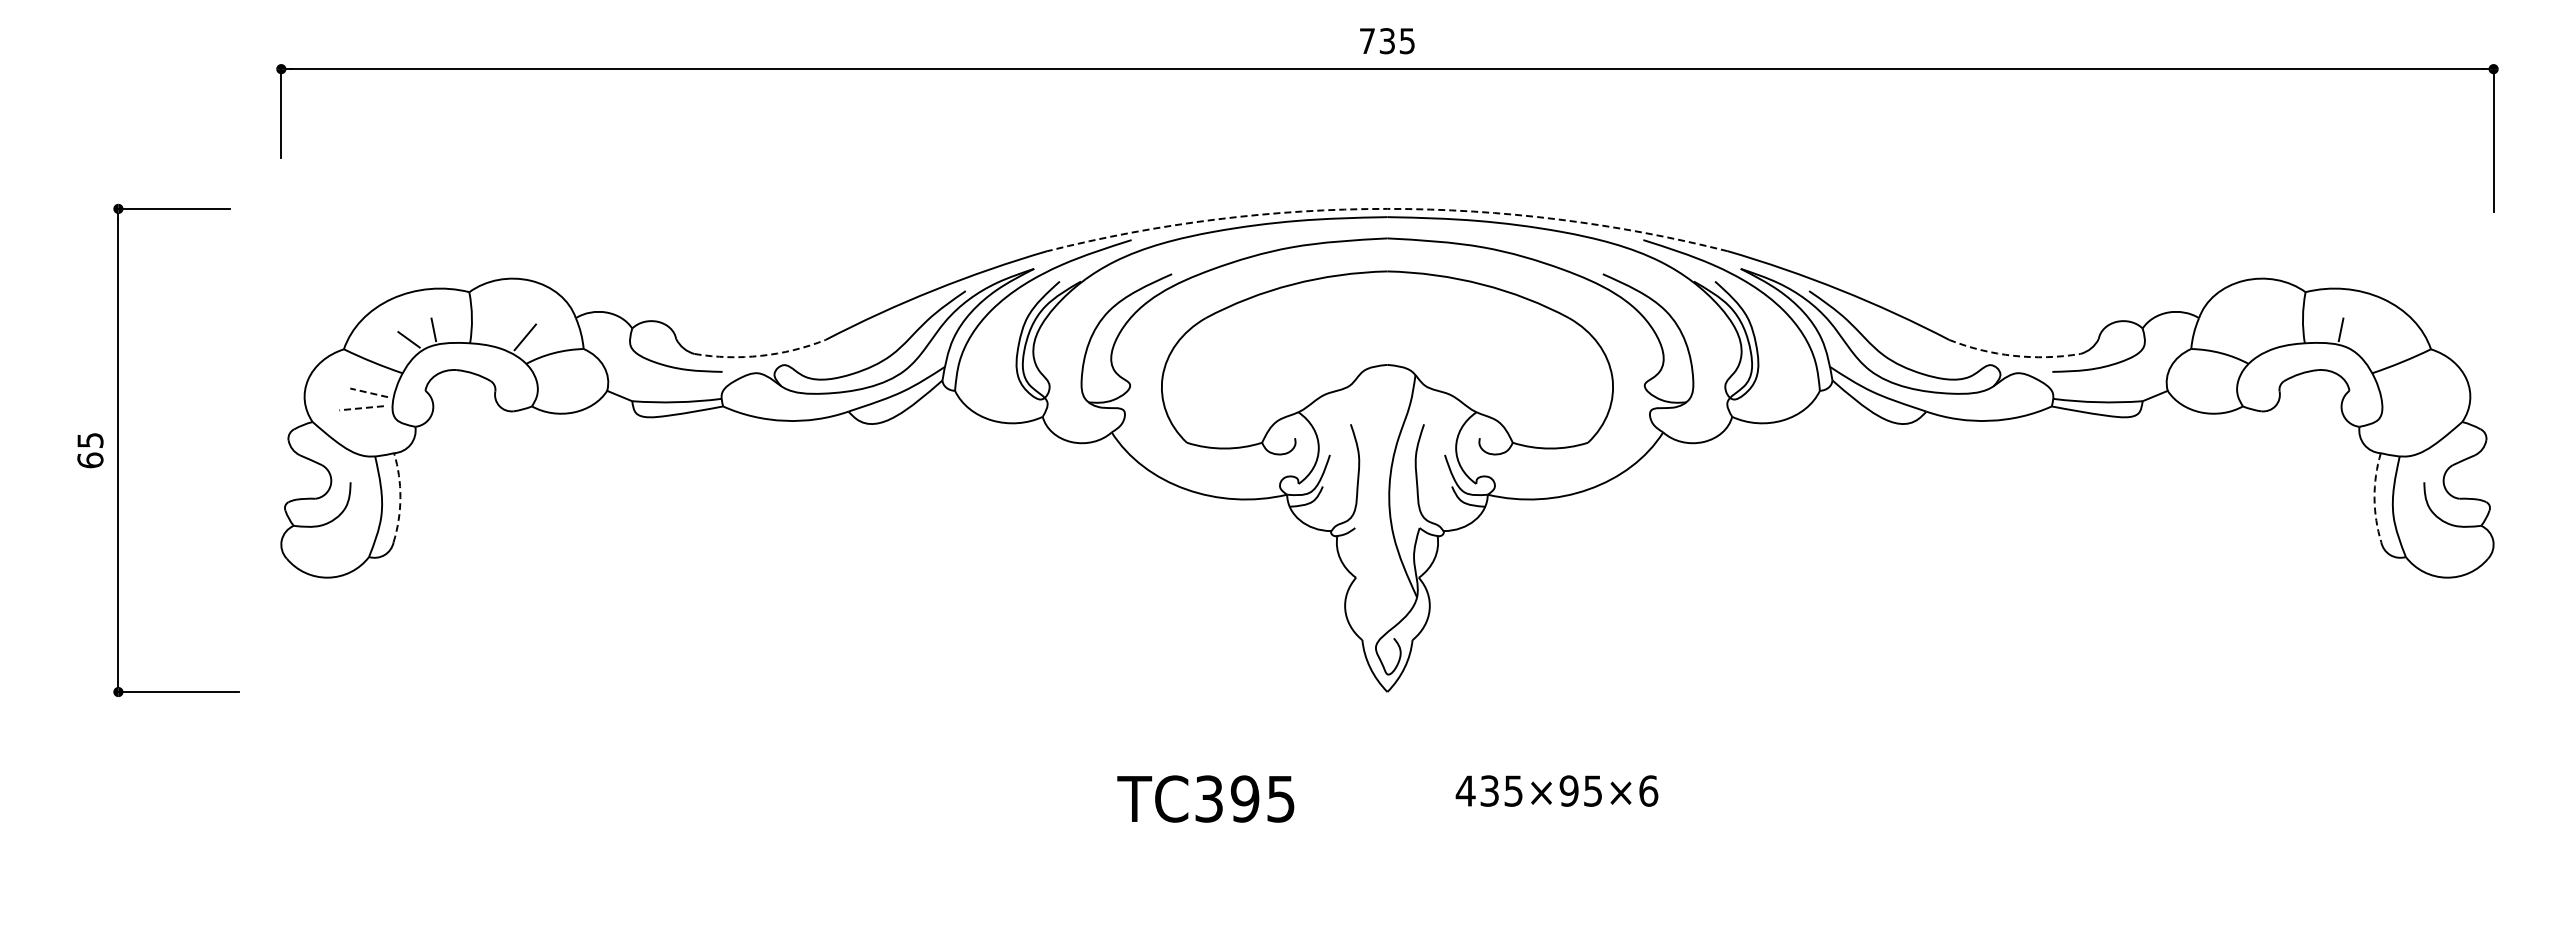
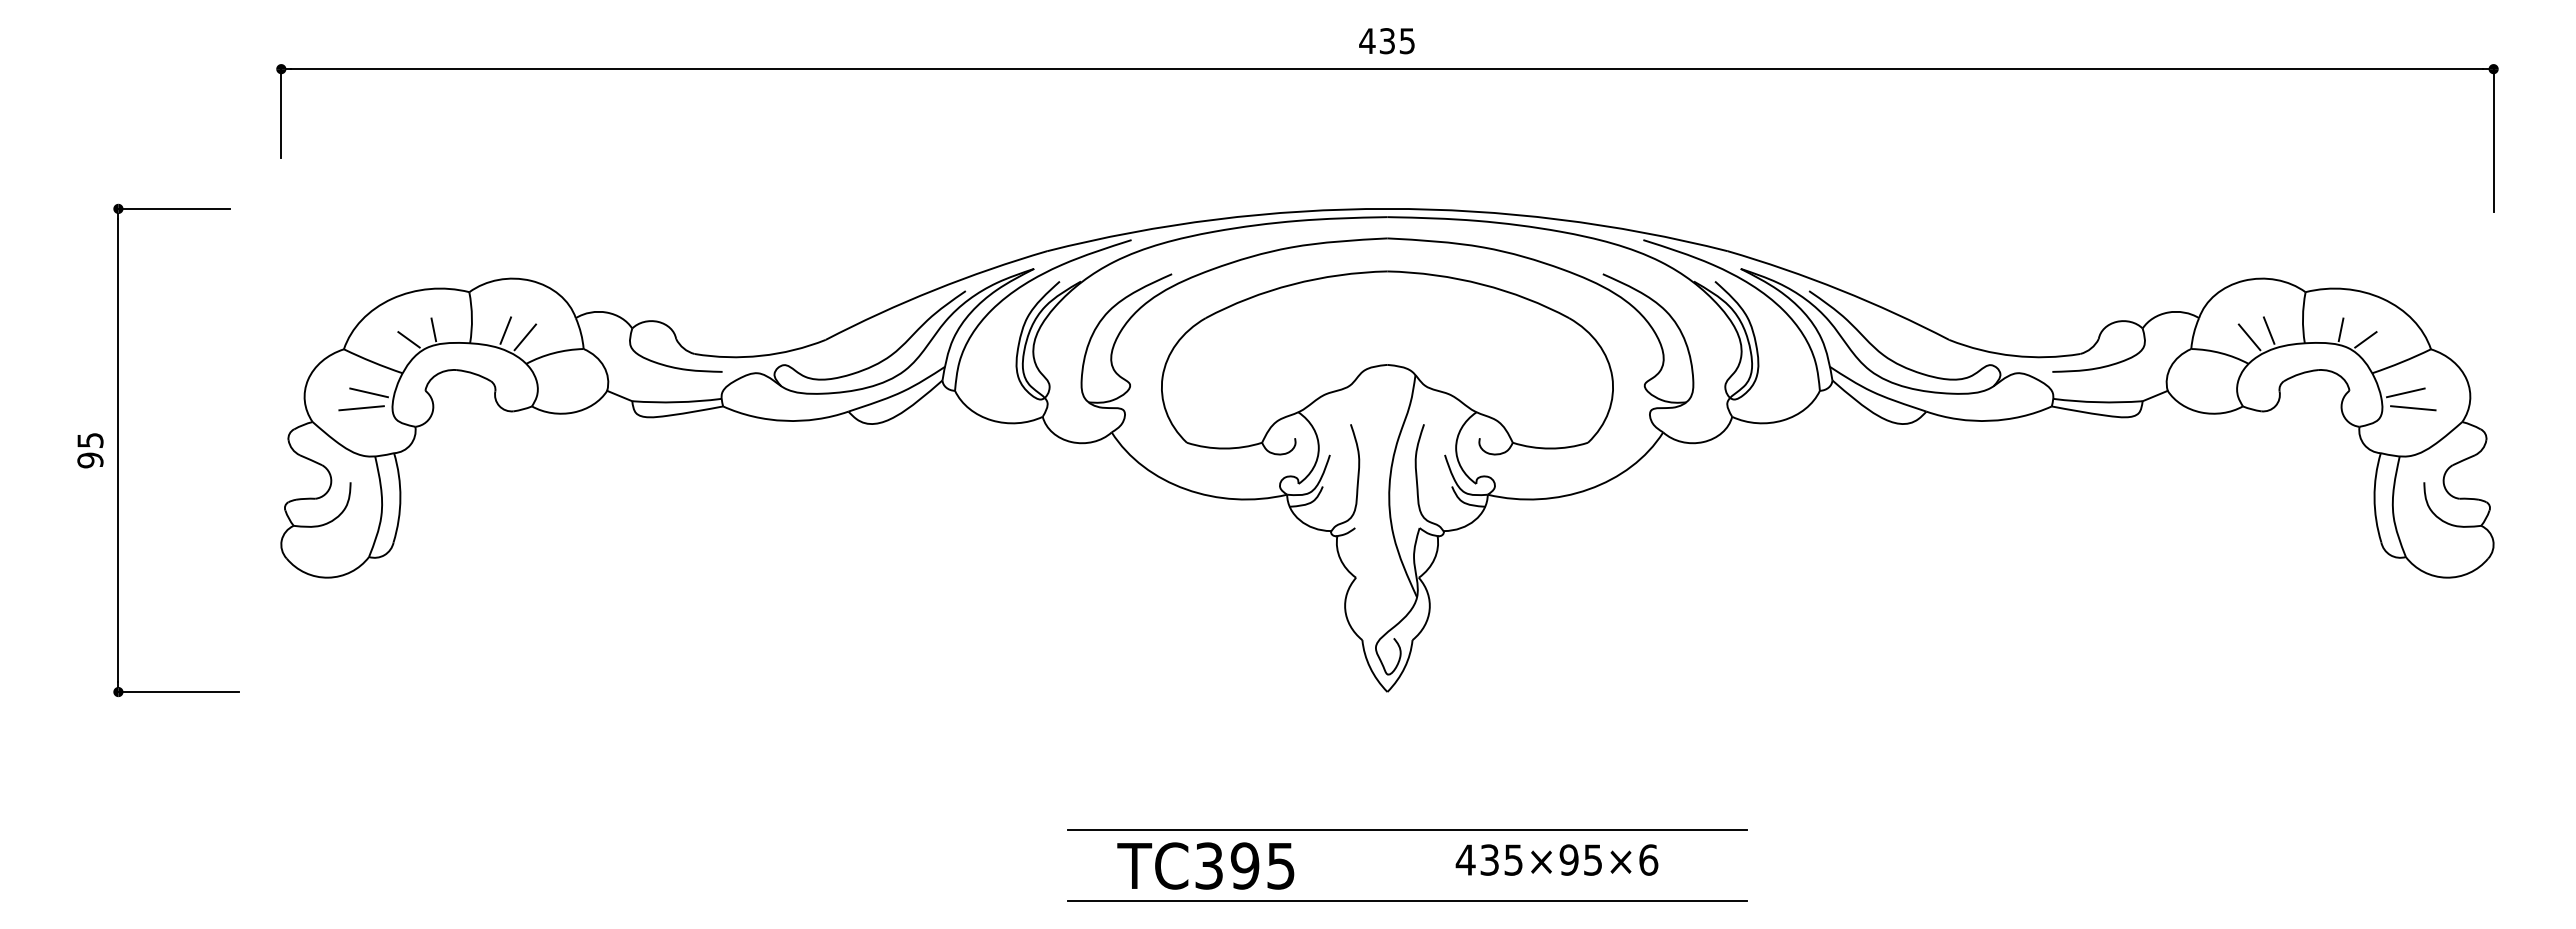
text at (1367, 40): 735 -> 435
arc at (1387, 208): dashed -> solid
line at (505, 330): none -> present
line at (2268, 330): none -> present
line at (2249, 337): none -> present
line at (2365, 339): none -> present
arc at (761, 355): dashed -> solid
arc at (2013, 355): dashed -> solid
line at (368, 392): dashed -> solid
line at (2405, 392): none -> present
line at (361, 408): dashed -> solid
line at (2413, 408): none -> present
text at (90, 460): 65 -> 95
arc at (400, 497): dashed -> solid
arc at (2374, 497): dashed -> solid
text at (1556, 790) position: (1556, 790) -> (1556, 859)
text at (1205, 798) position: (1205, 798) -> (1205, 865)
line at (1407, 829): none -> present
line at (1407, 900): none -> present
